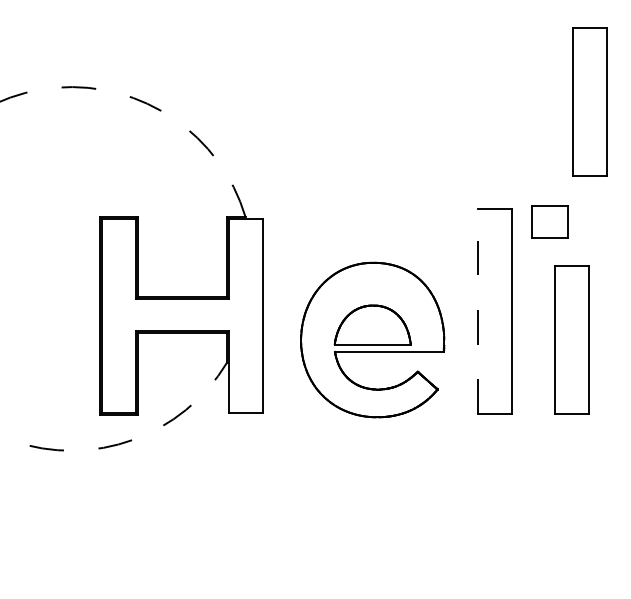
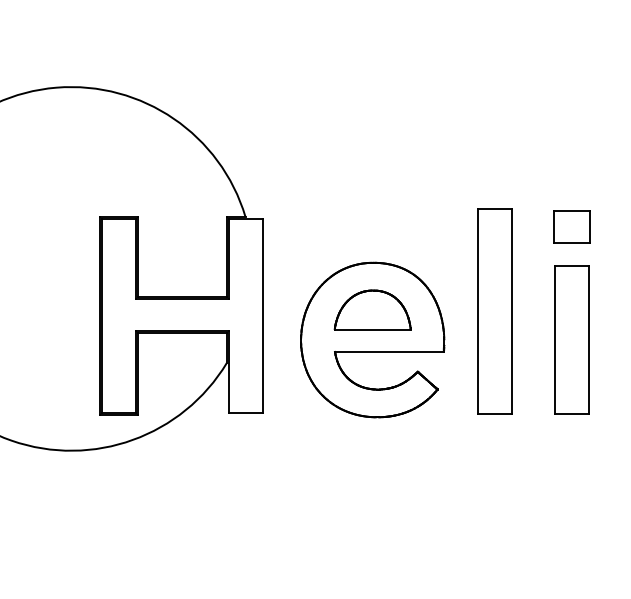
arc at (21, 94): dashed -> solid
part at (589, 101): present -> none
part at (549, 221) position: (549, 221) -> (571, 226)
line at (477, 311): dashed -> solid
part at (372, 324) position: (372, 324) -> (372, 309)
